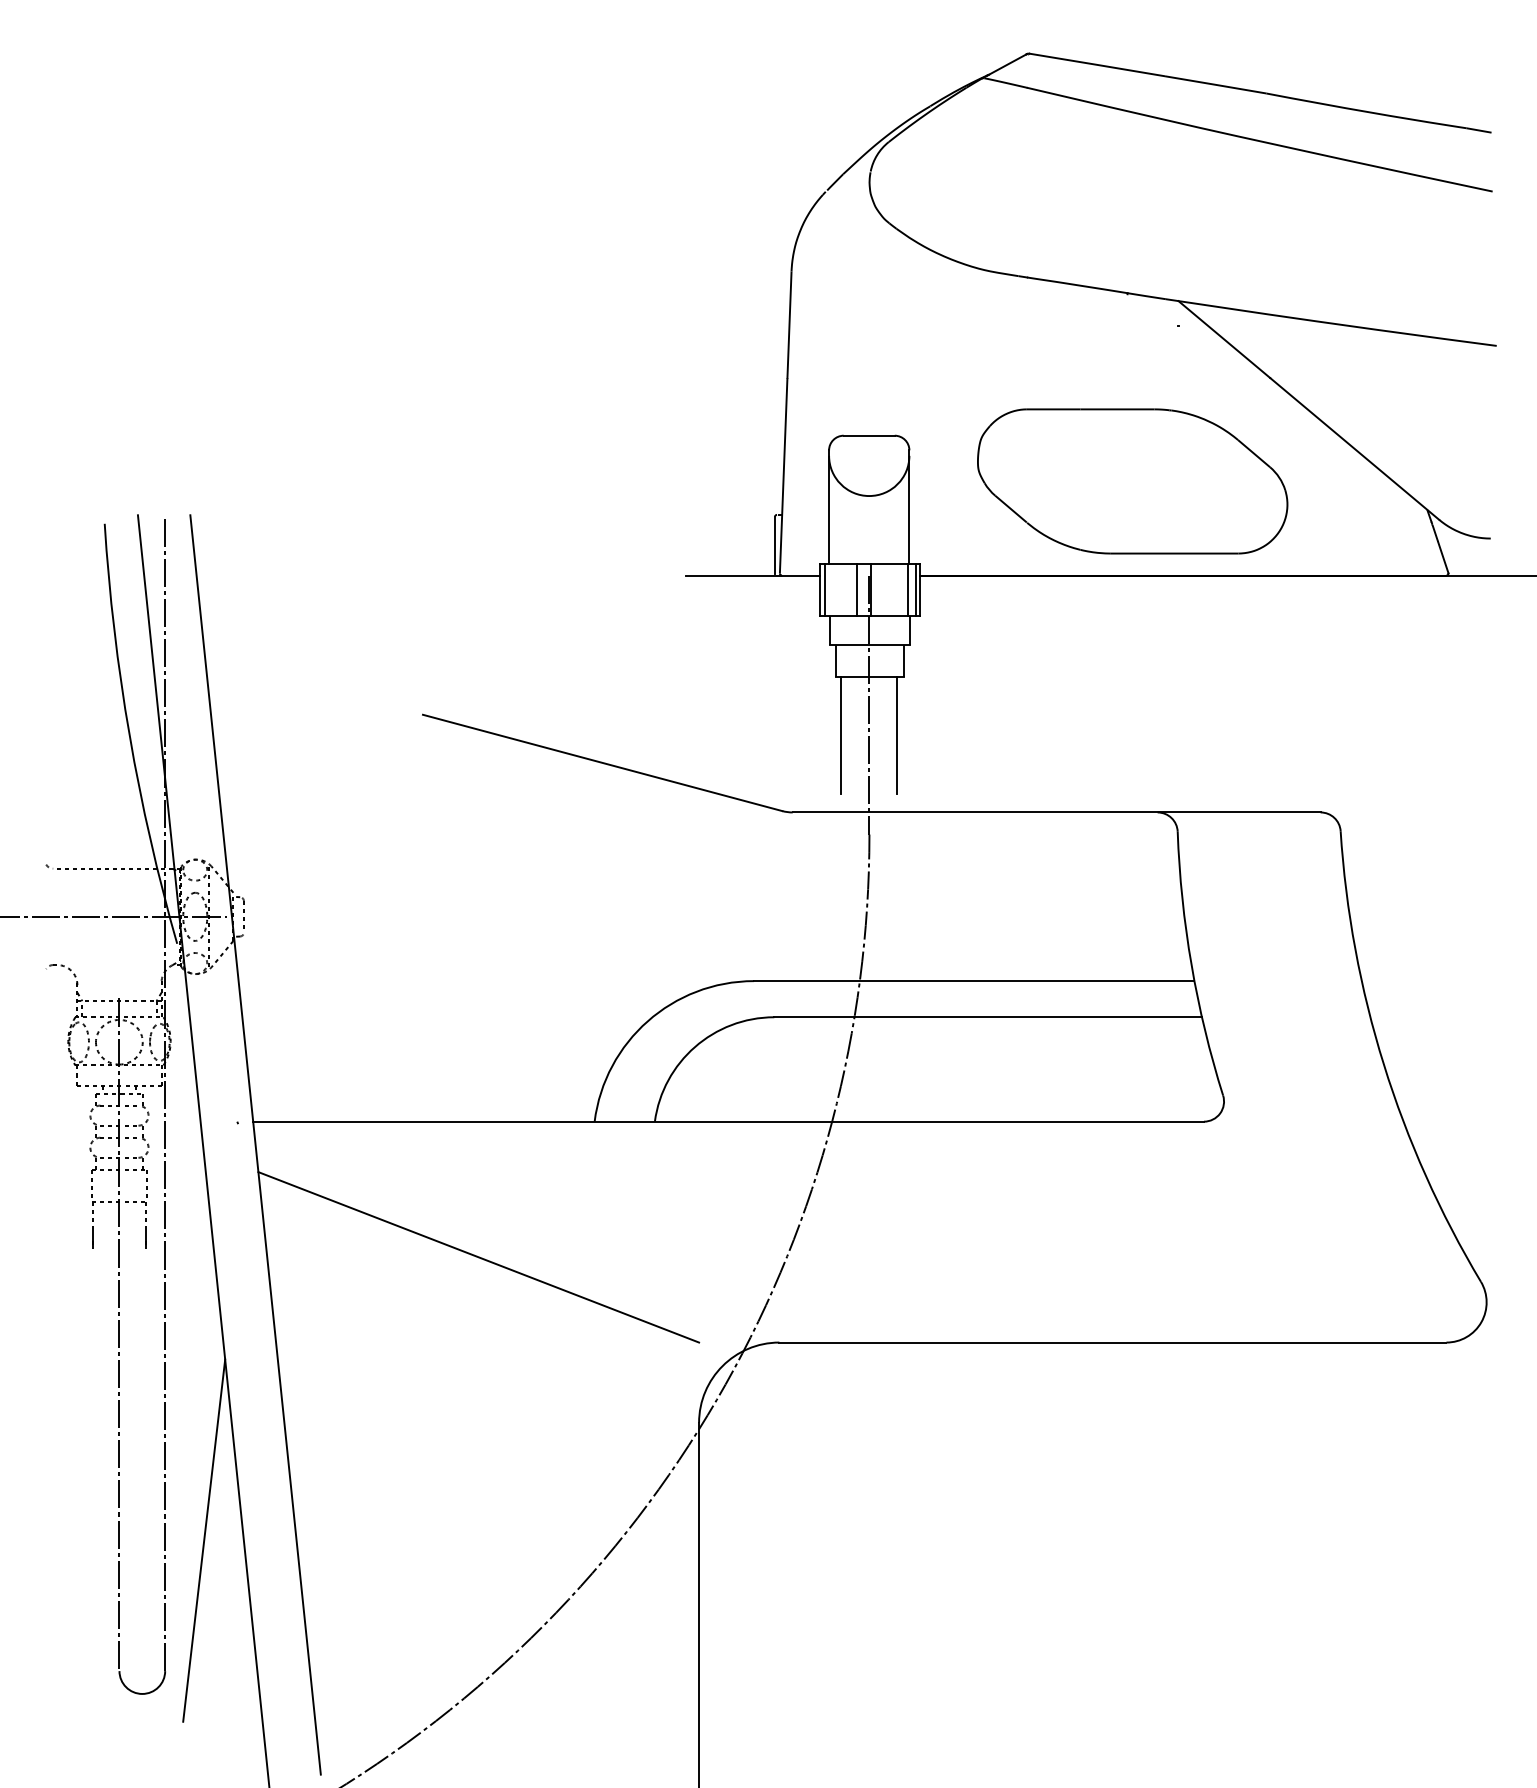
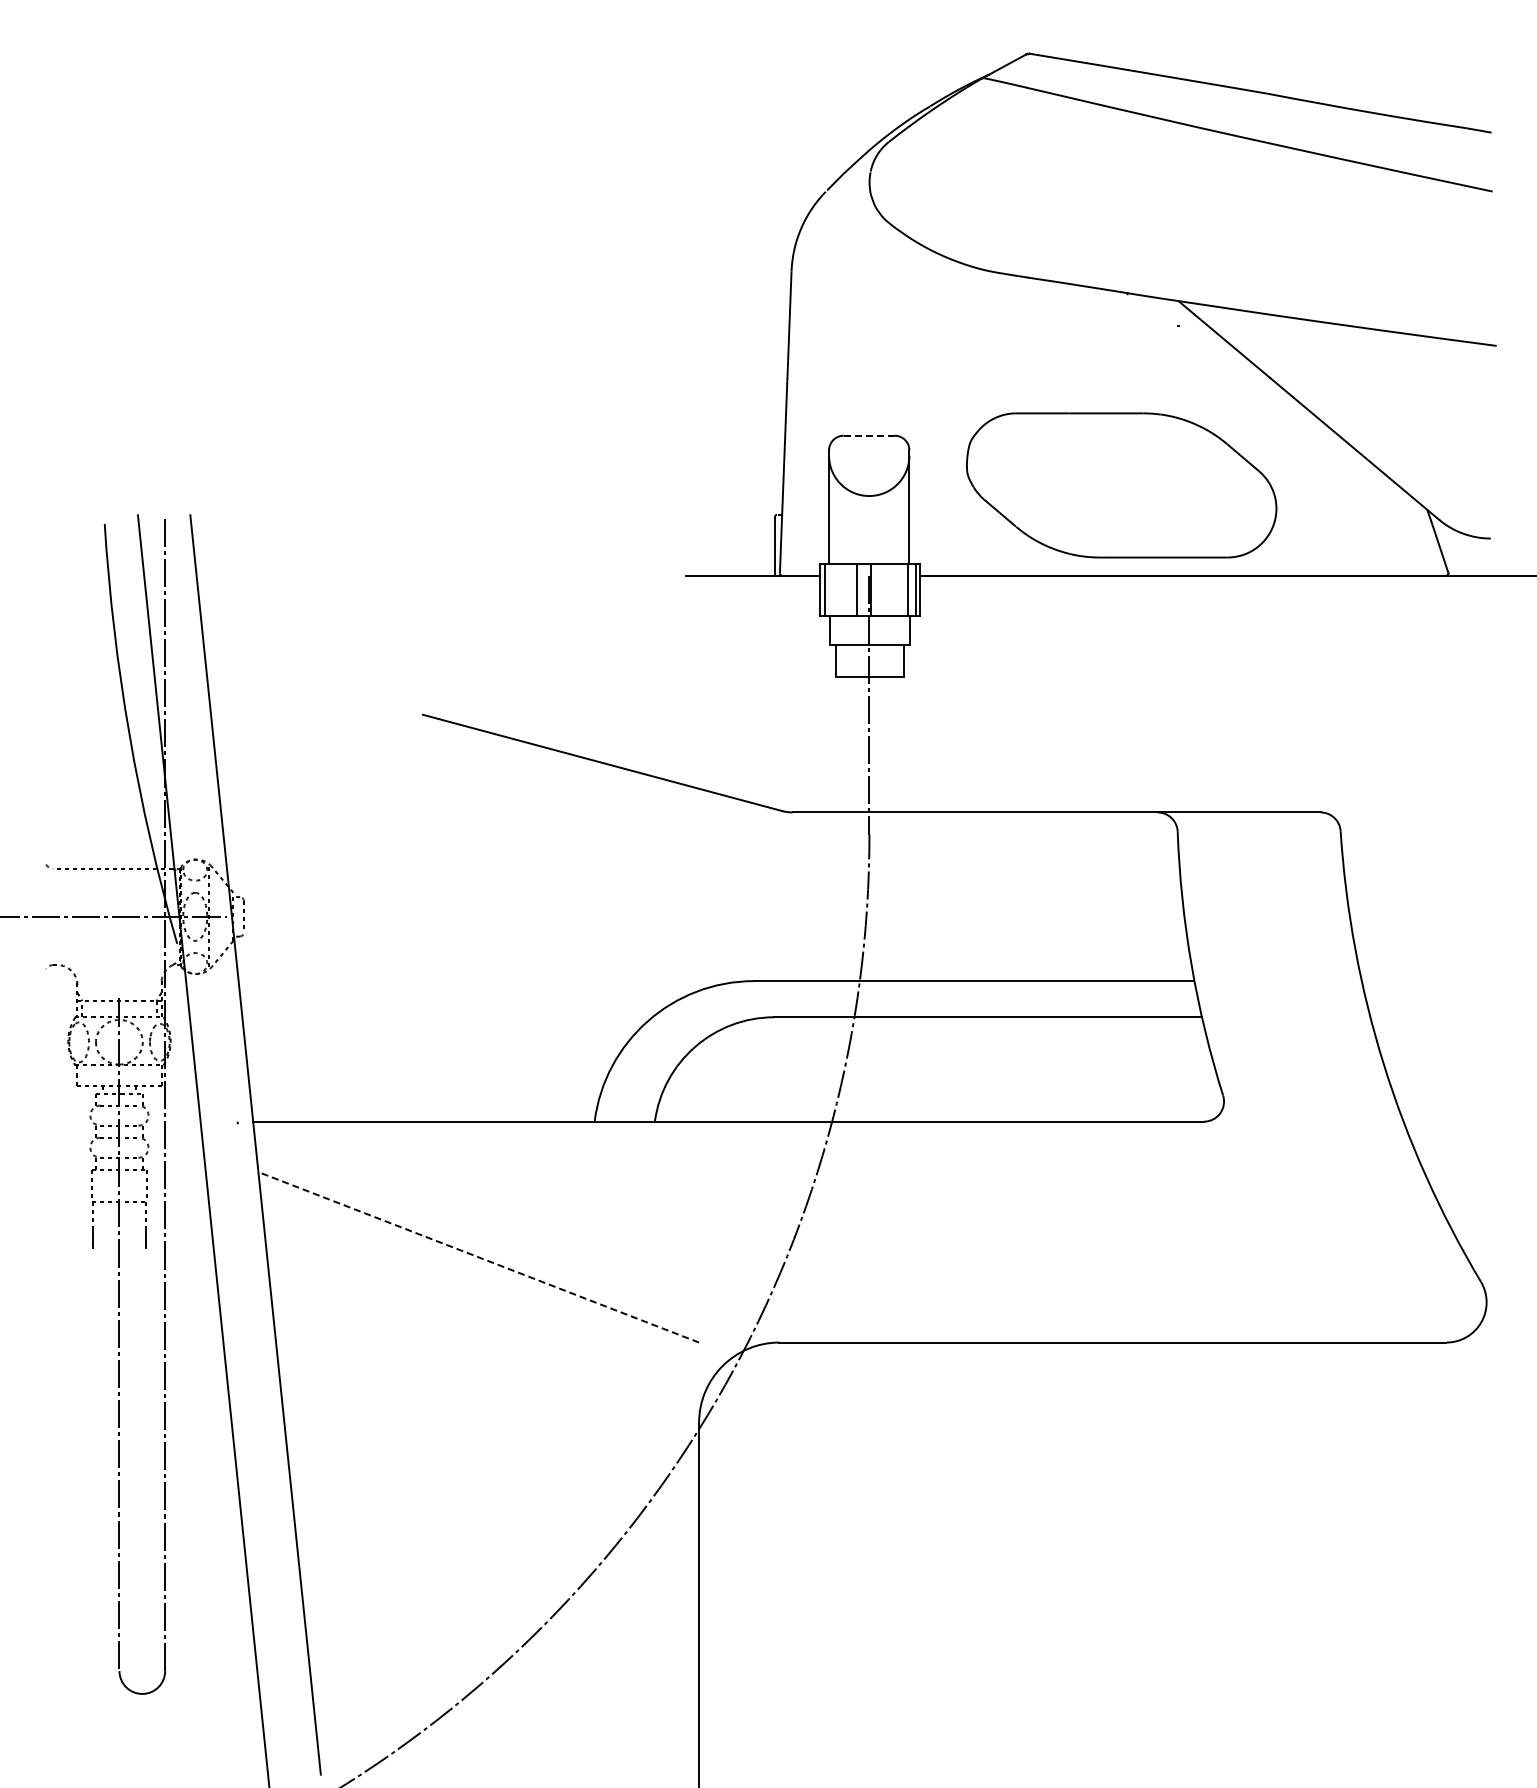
line at (869, 435): solid -> dashed
part at (1132, 481) position: (1132, 481) -> (1121, 485)
line at (841, 735): present -> none
line at (897, 735): present -> none
line at (478, 1257): solid -> dashed
line at (204, 1540): present -> none
